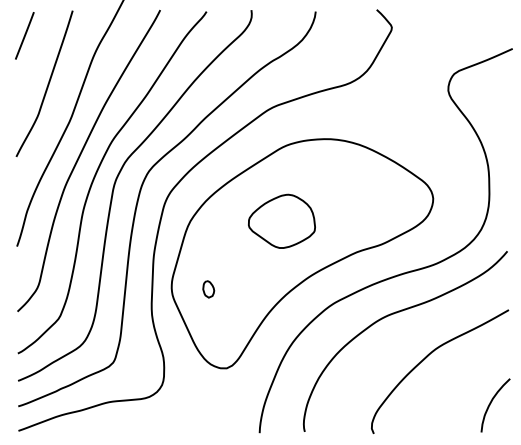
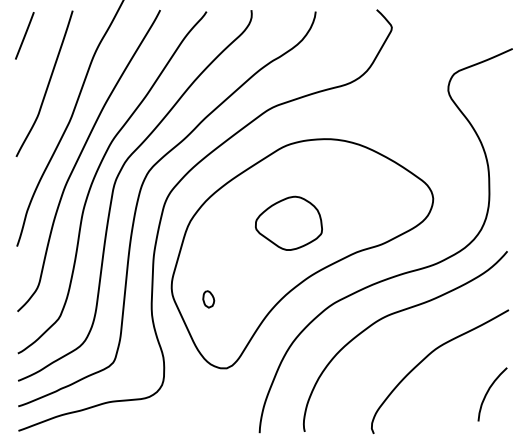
part at (281, 220) position: (281, 220) -> (288, 222)
part at (208, 289) position: (208, 289) -> (208, 299)
curve at (491, 403) position: (491, 403) -> (488, 392)
